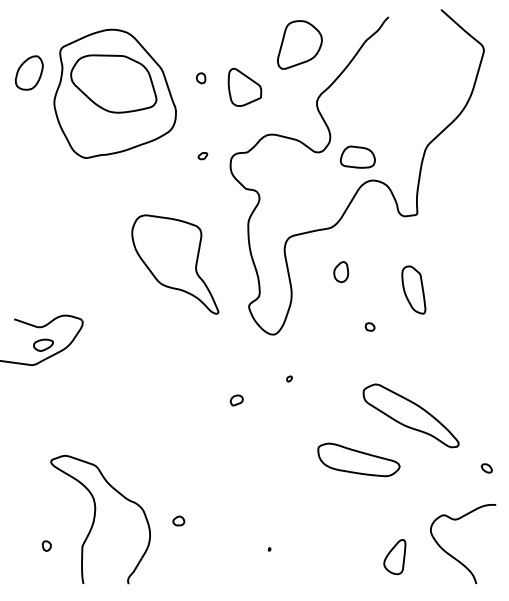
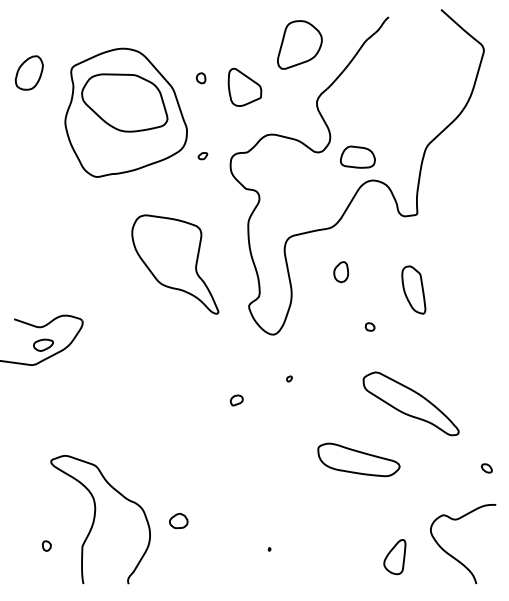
part at (114, 93) position: (114, 93) -> (125, 112)
part at (410, 415) position: (410, 415) -> (410, 403)
part at (178, 520) size: 14x12 px -> 20x18 px
